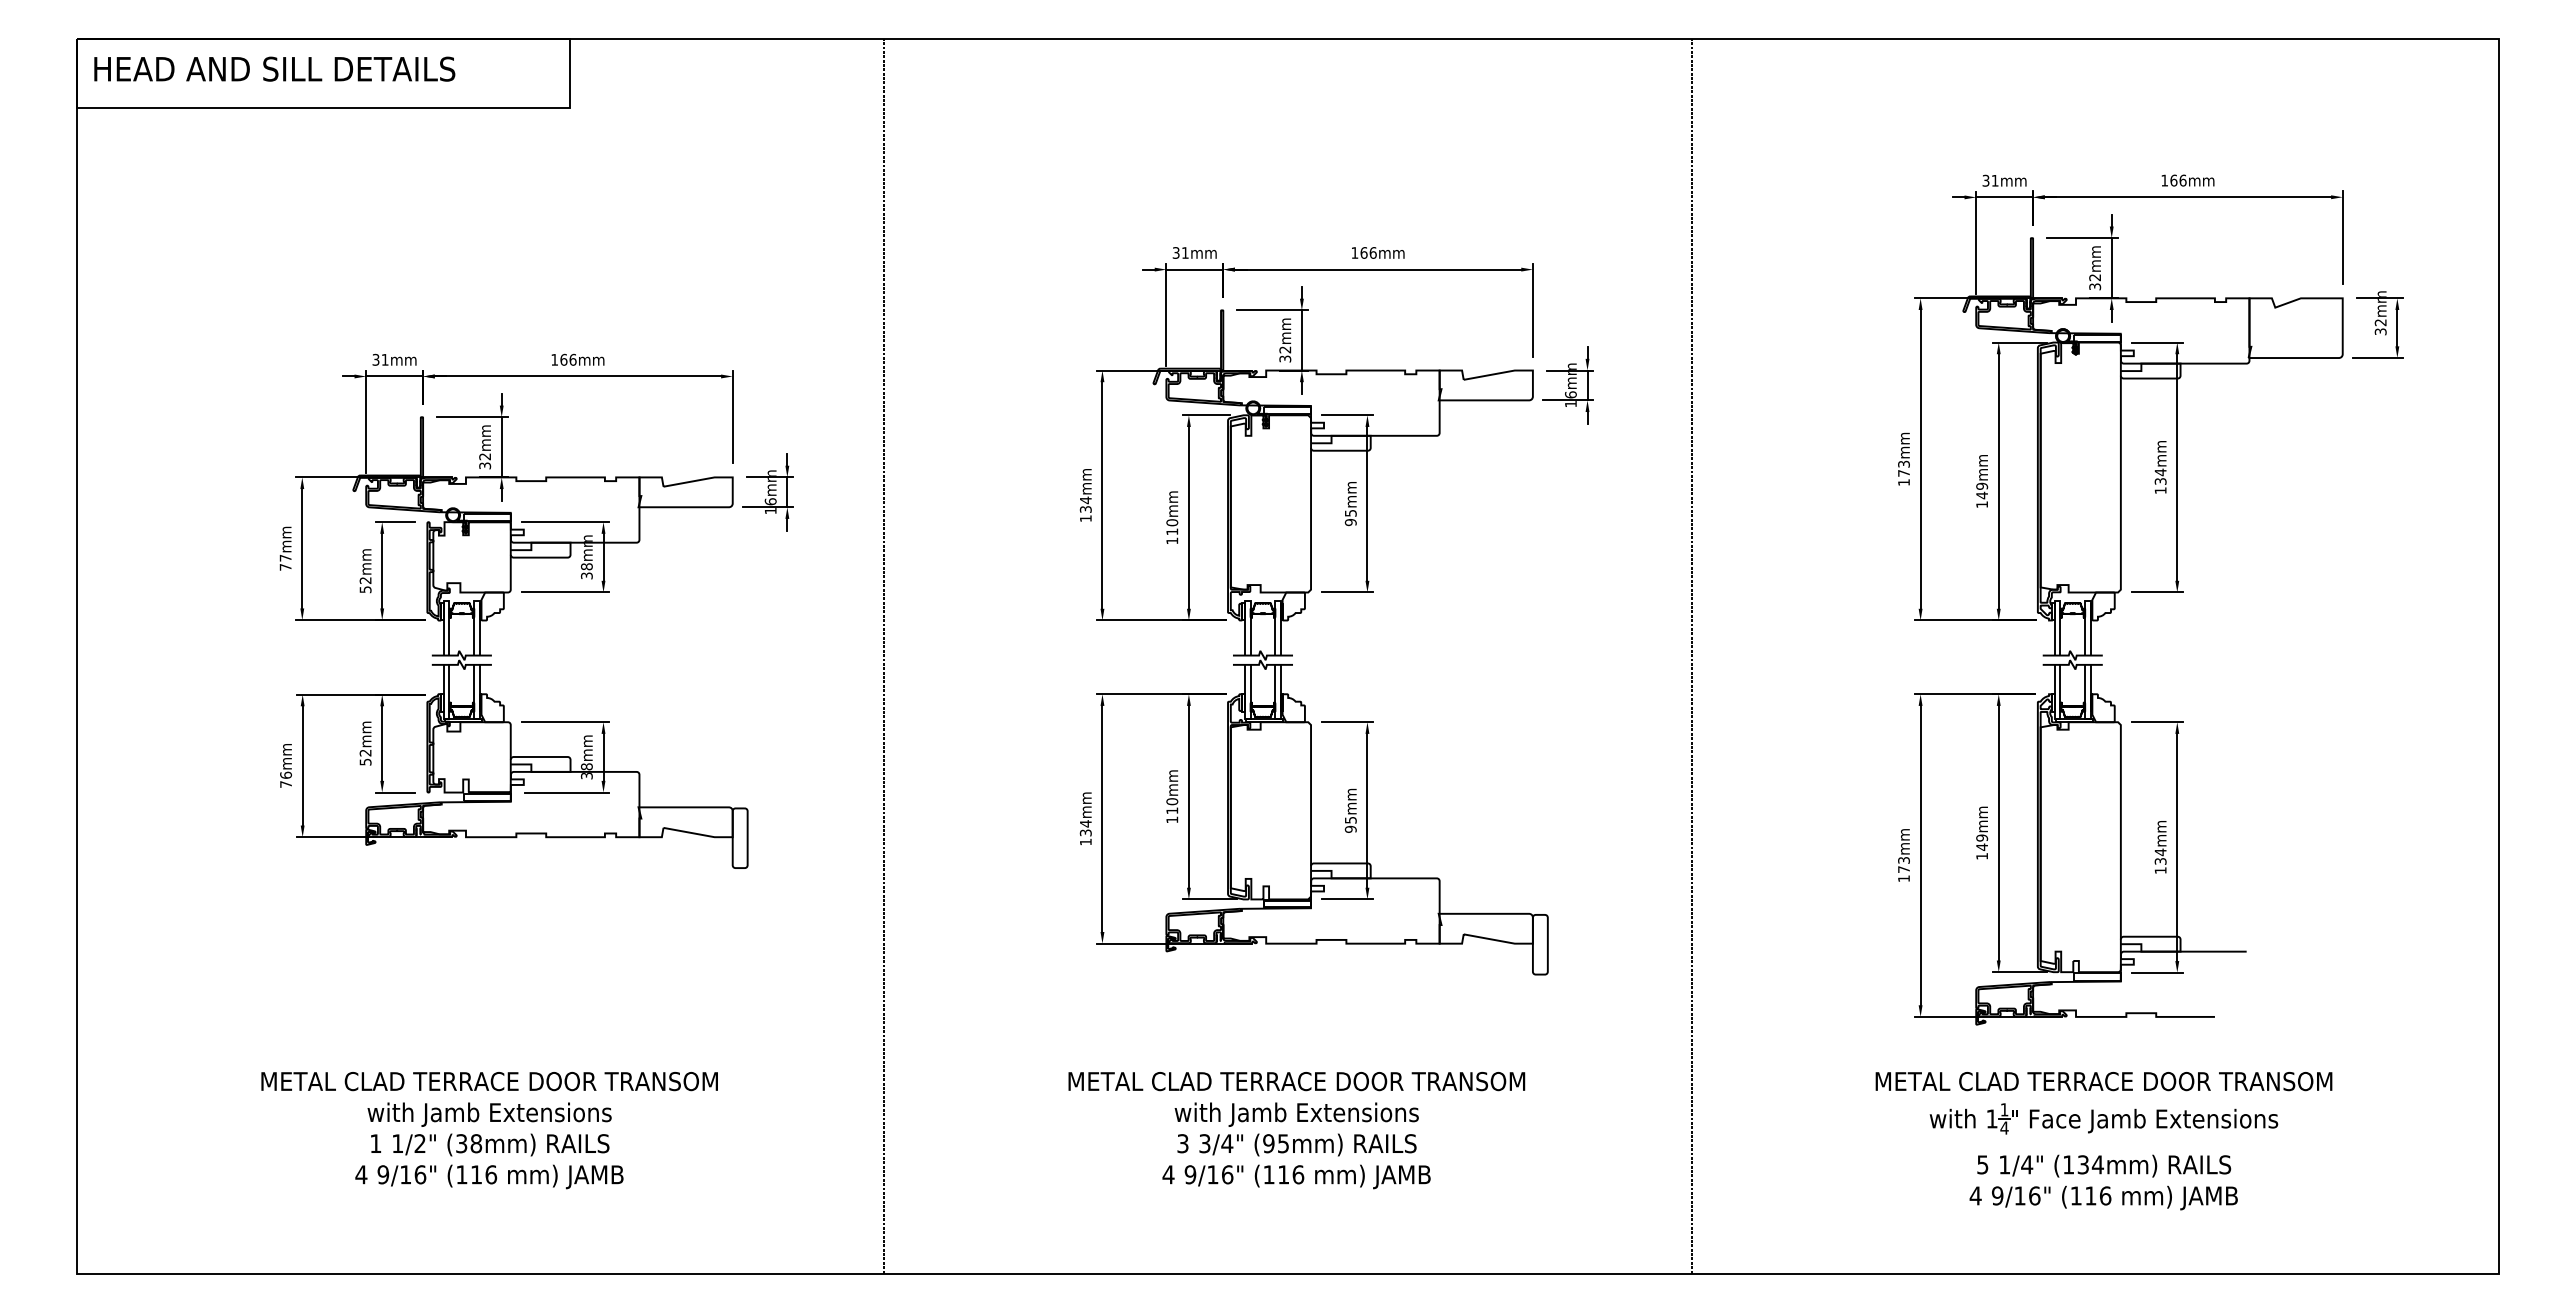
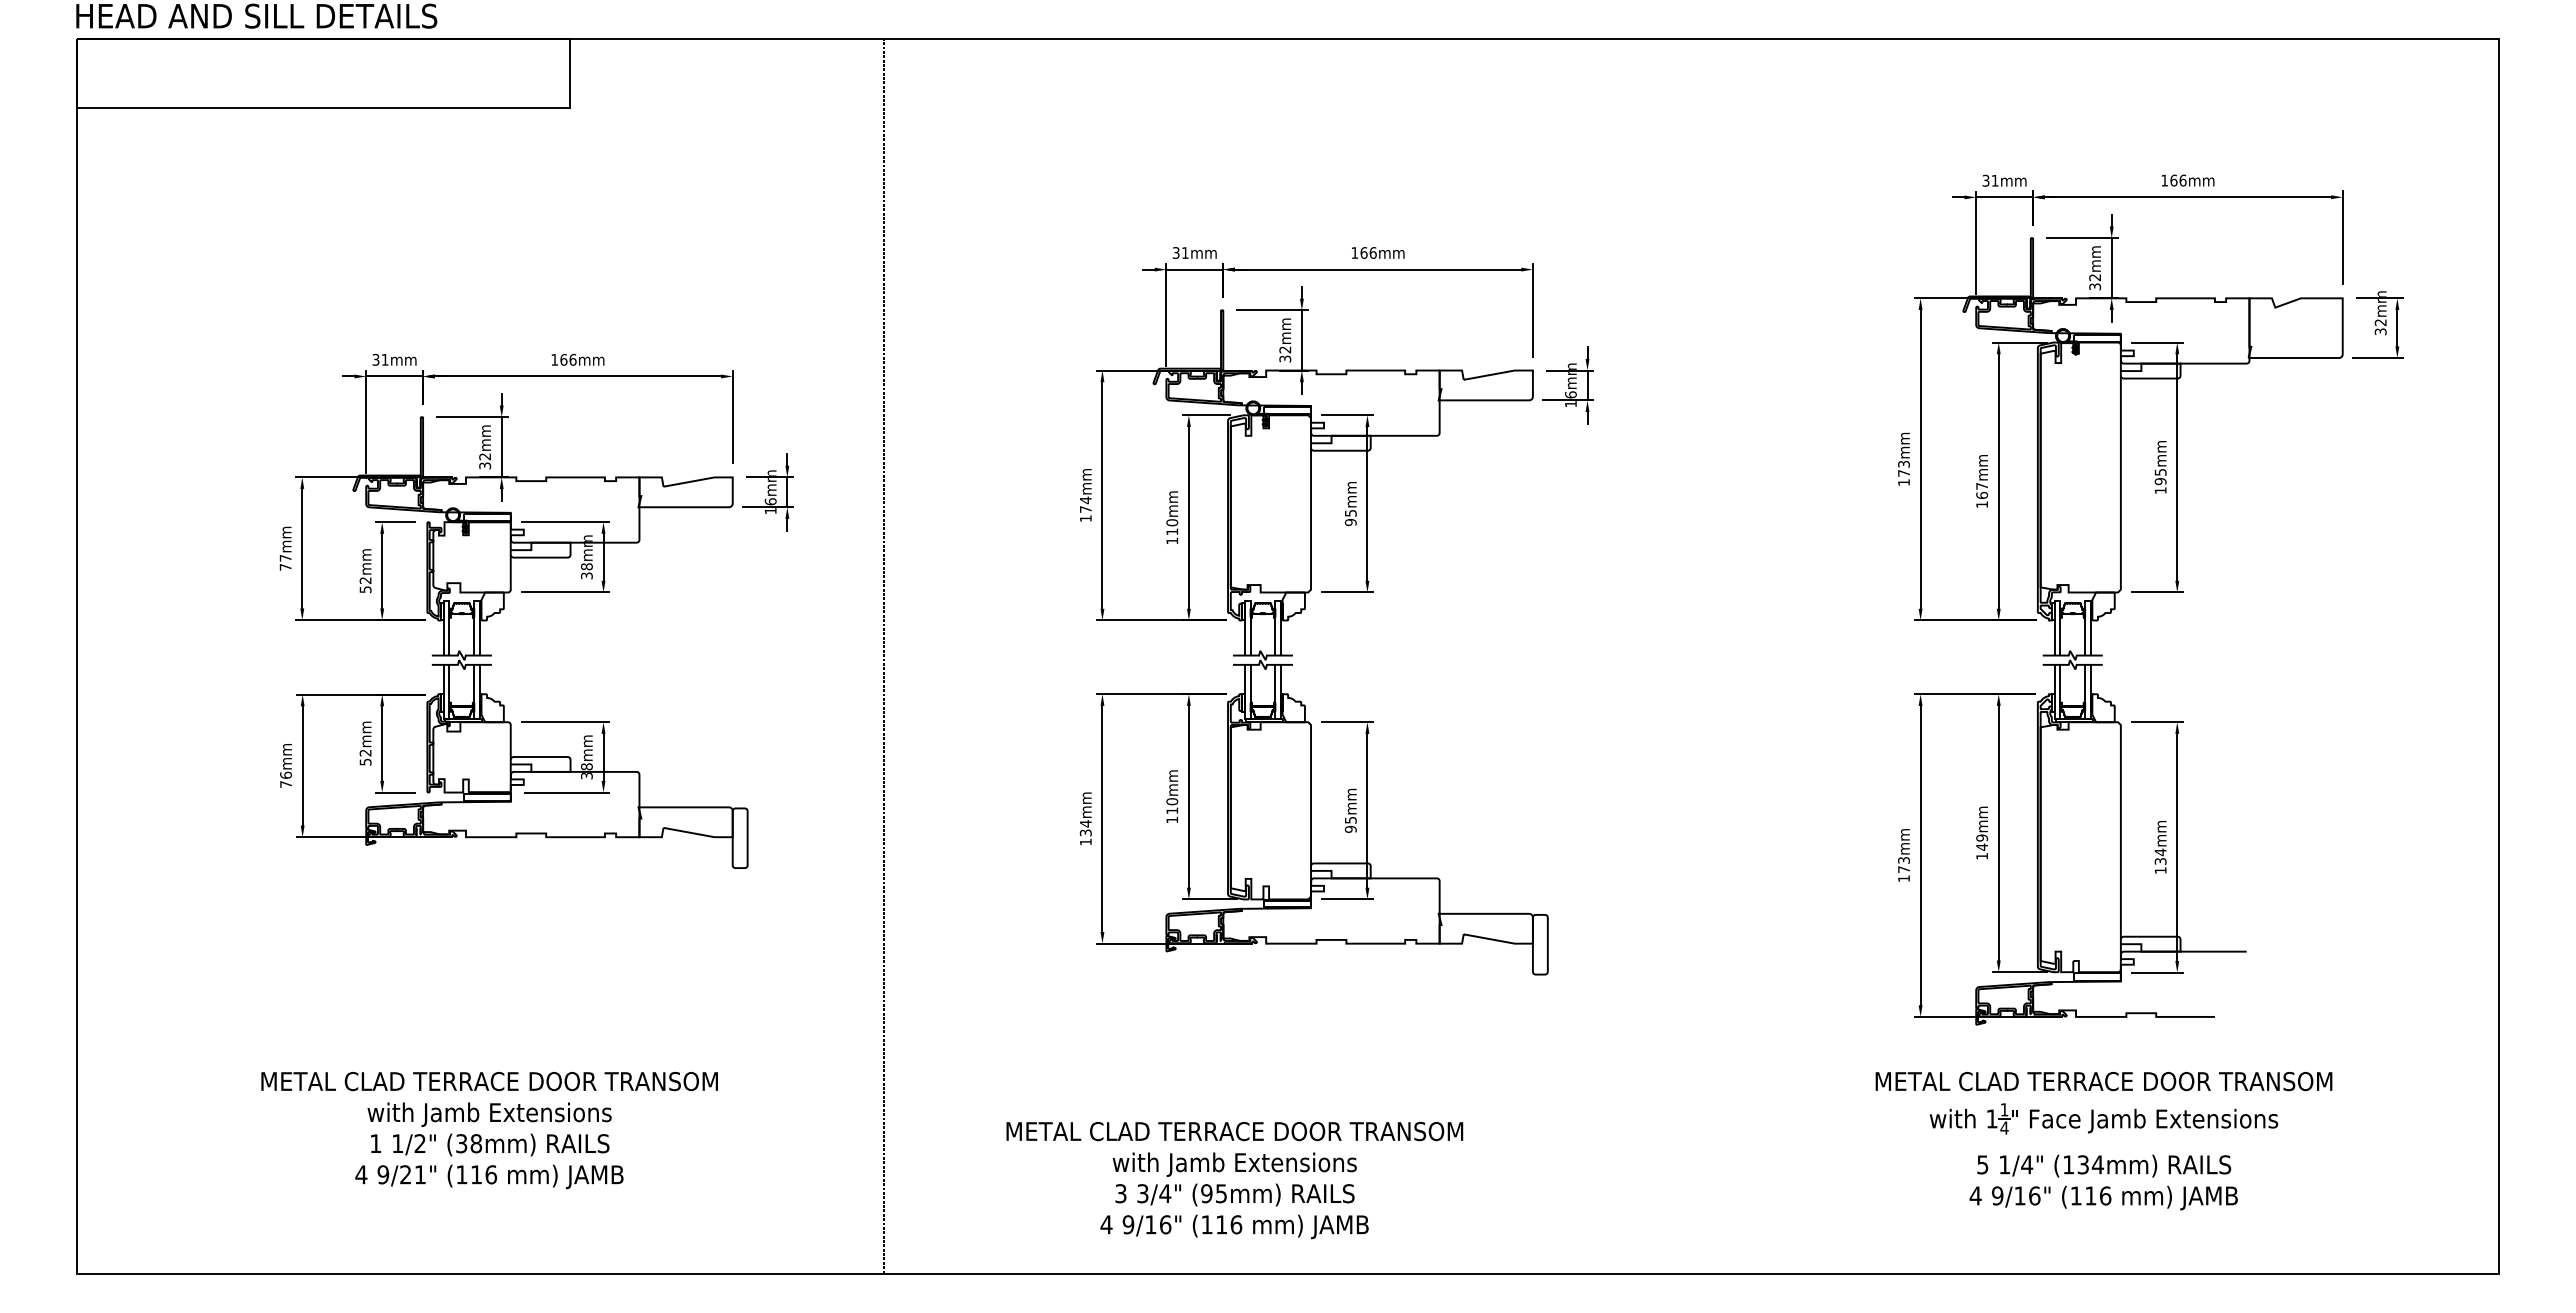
text at (274, 68) position: (274, 68) -> (256, 15)
text at (2160, 476): 134mm -> 195mm
text at (1982, 490): 149mm -> 167mm
text at (1085, 509): 134mm -> 174mm
line at (1691, 656): present -> none
text at (1296, 1130) position: (1296, 1130) -> (1234, 1180)
text at (413, 1174): 9/16" -> 9/21"
